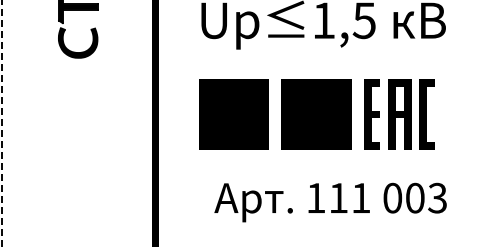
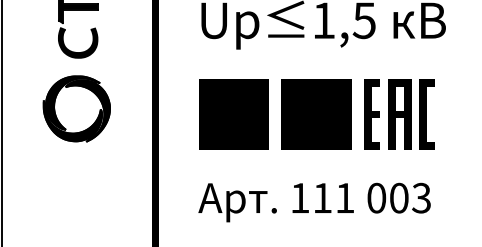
part at (76, 108): none -> present
line at (1, 123): dashed -> solid
text at (330, 202) position: (330, 202) -> (314, 202)
